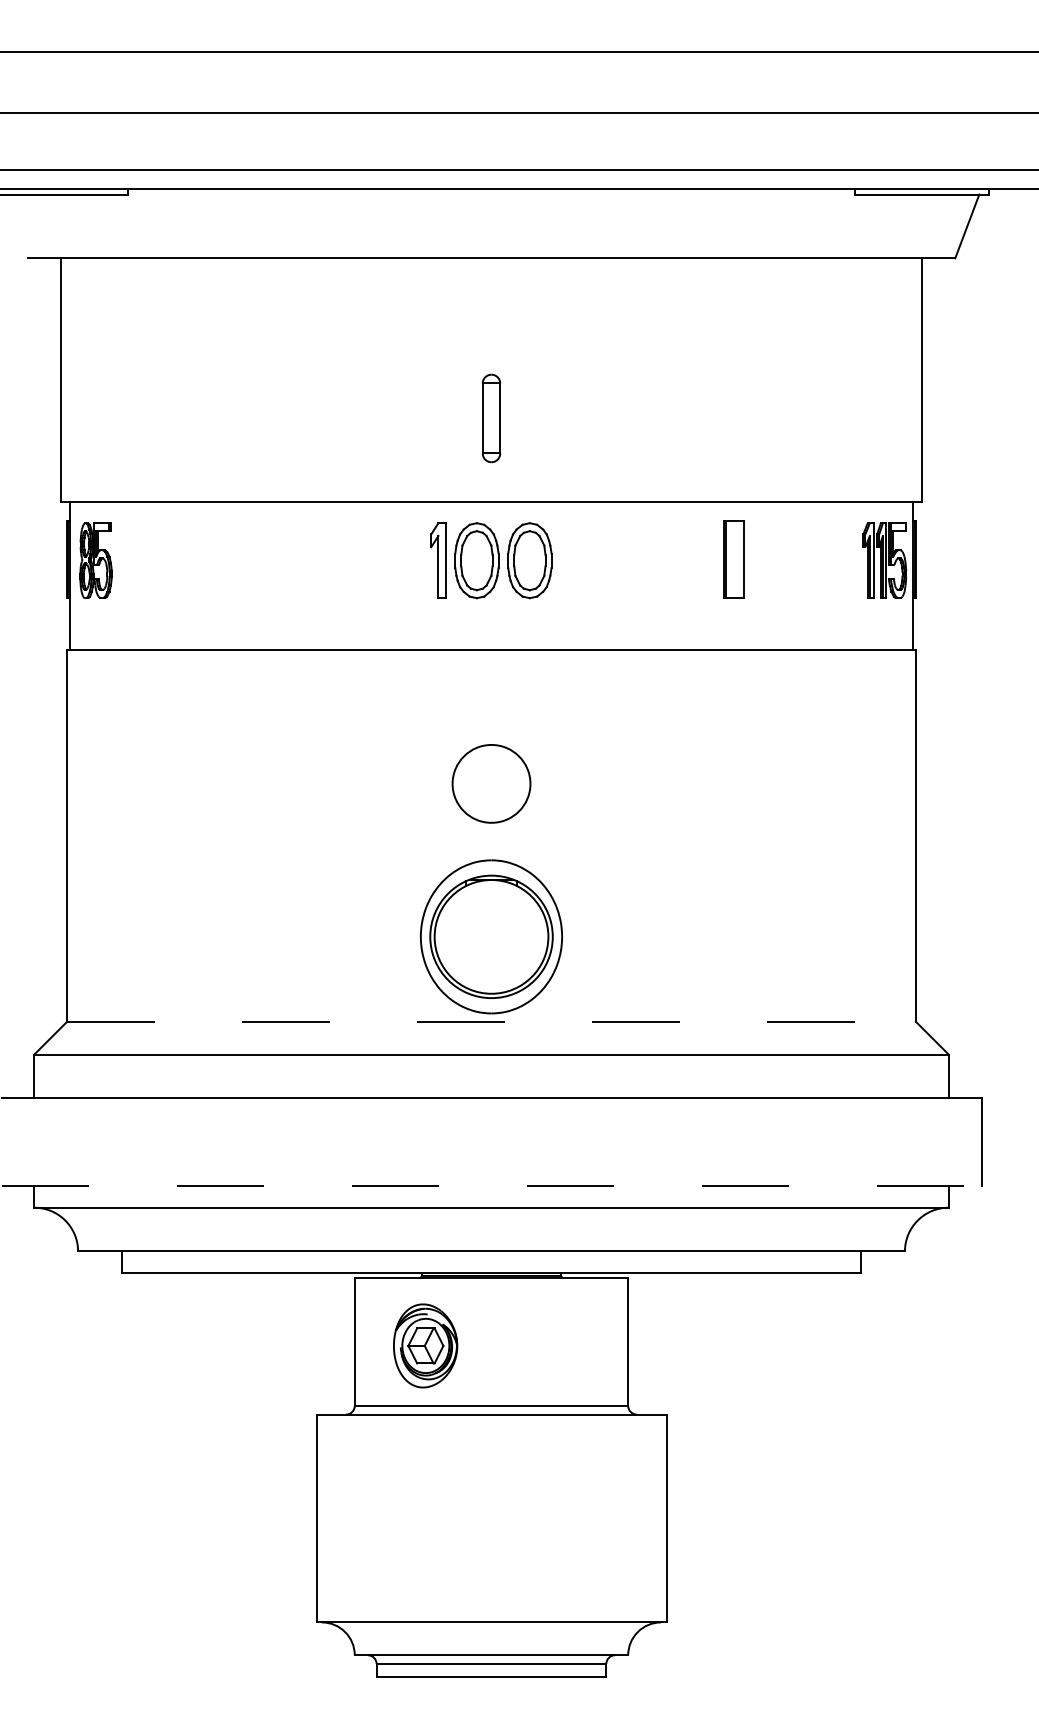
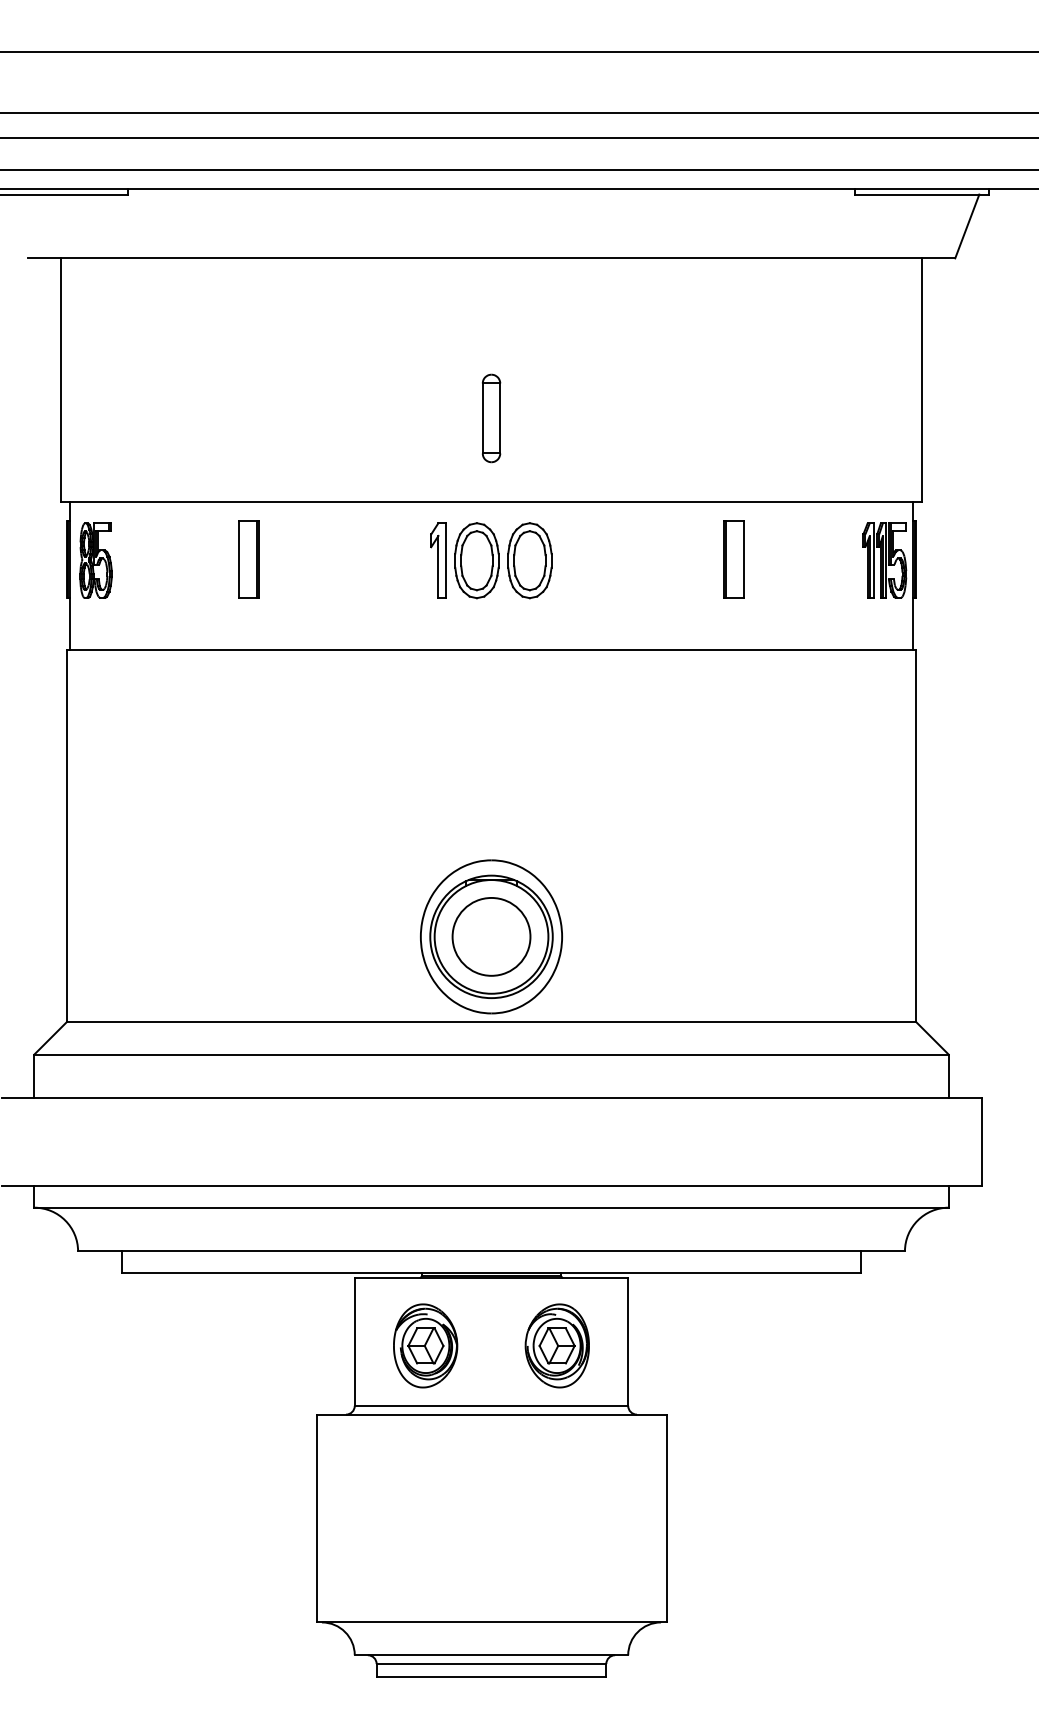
line at (518, 138): none -> present
part at (248, 559): none -> present
circle at (491, 783) position: (491, 783) -> (491, 936)
line at (492, 1021): dashed -> solid
line at (491, 1185): dashed -> solid
part at (556, 1345): none -> present
